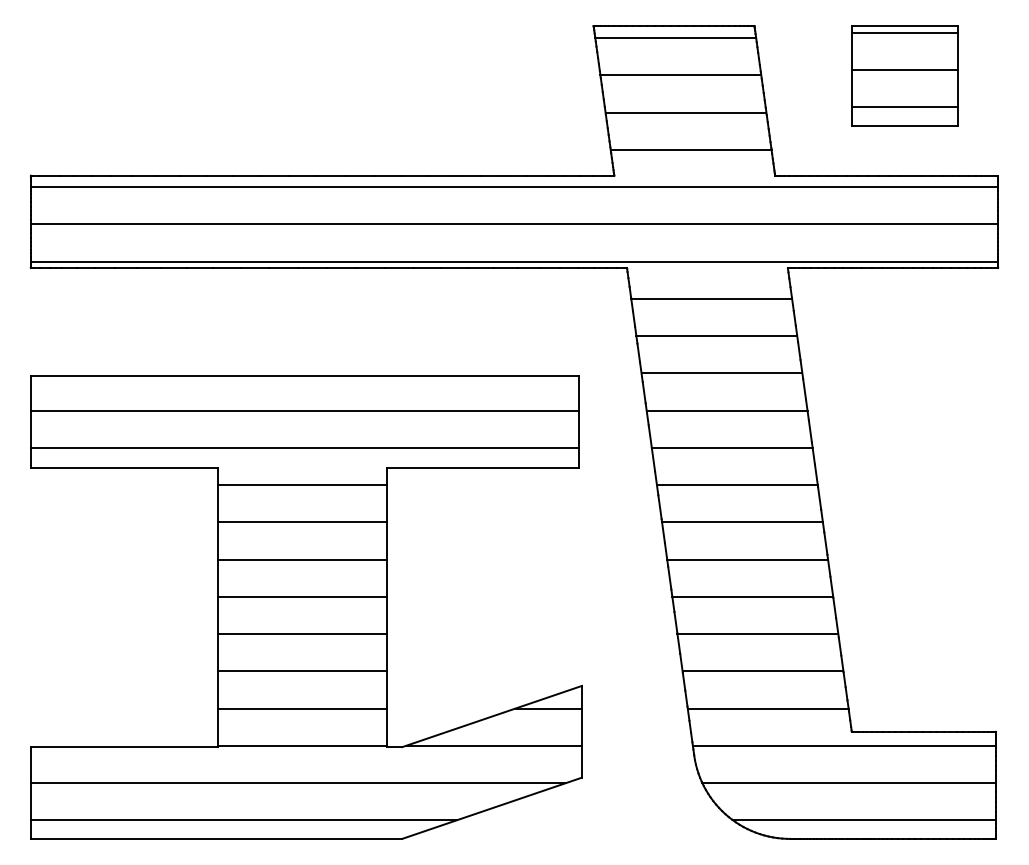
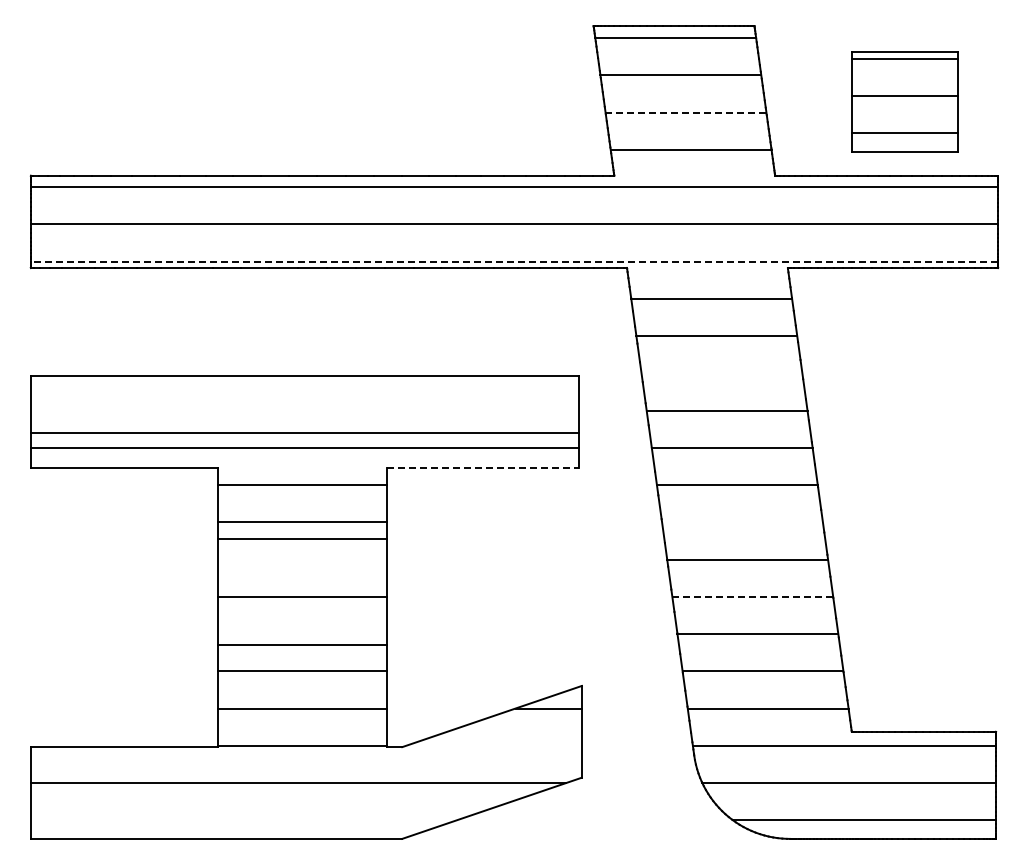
part at (904, 75) position: (904, 75) -> (904, 101)
line at (685, 112): solid -> dashed
line at (514, 261): solid -> dashed
line at (721, 373): present -> none
line at (304, 410) position: (304, 410) -> (304, 432)
line at (483, 467): solid -> dashed
line at (742, 522): present -> none
line at (302, 559) position: (302, 559) -> (302, 538)
line at (752, 596): solid -> dashed
line at (302, 634) position: (302, 634) -> (302, 645)
line at (493, 745): present -> none
line at (243, 820): present -> none
